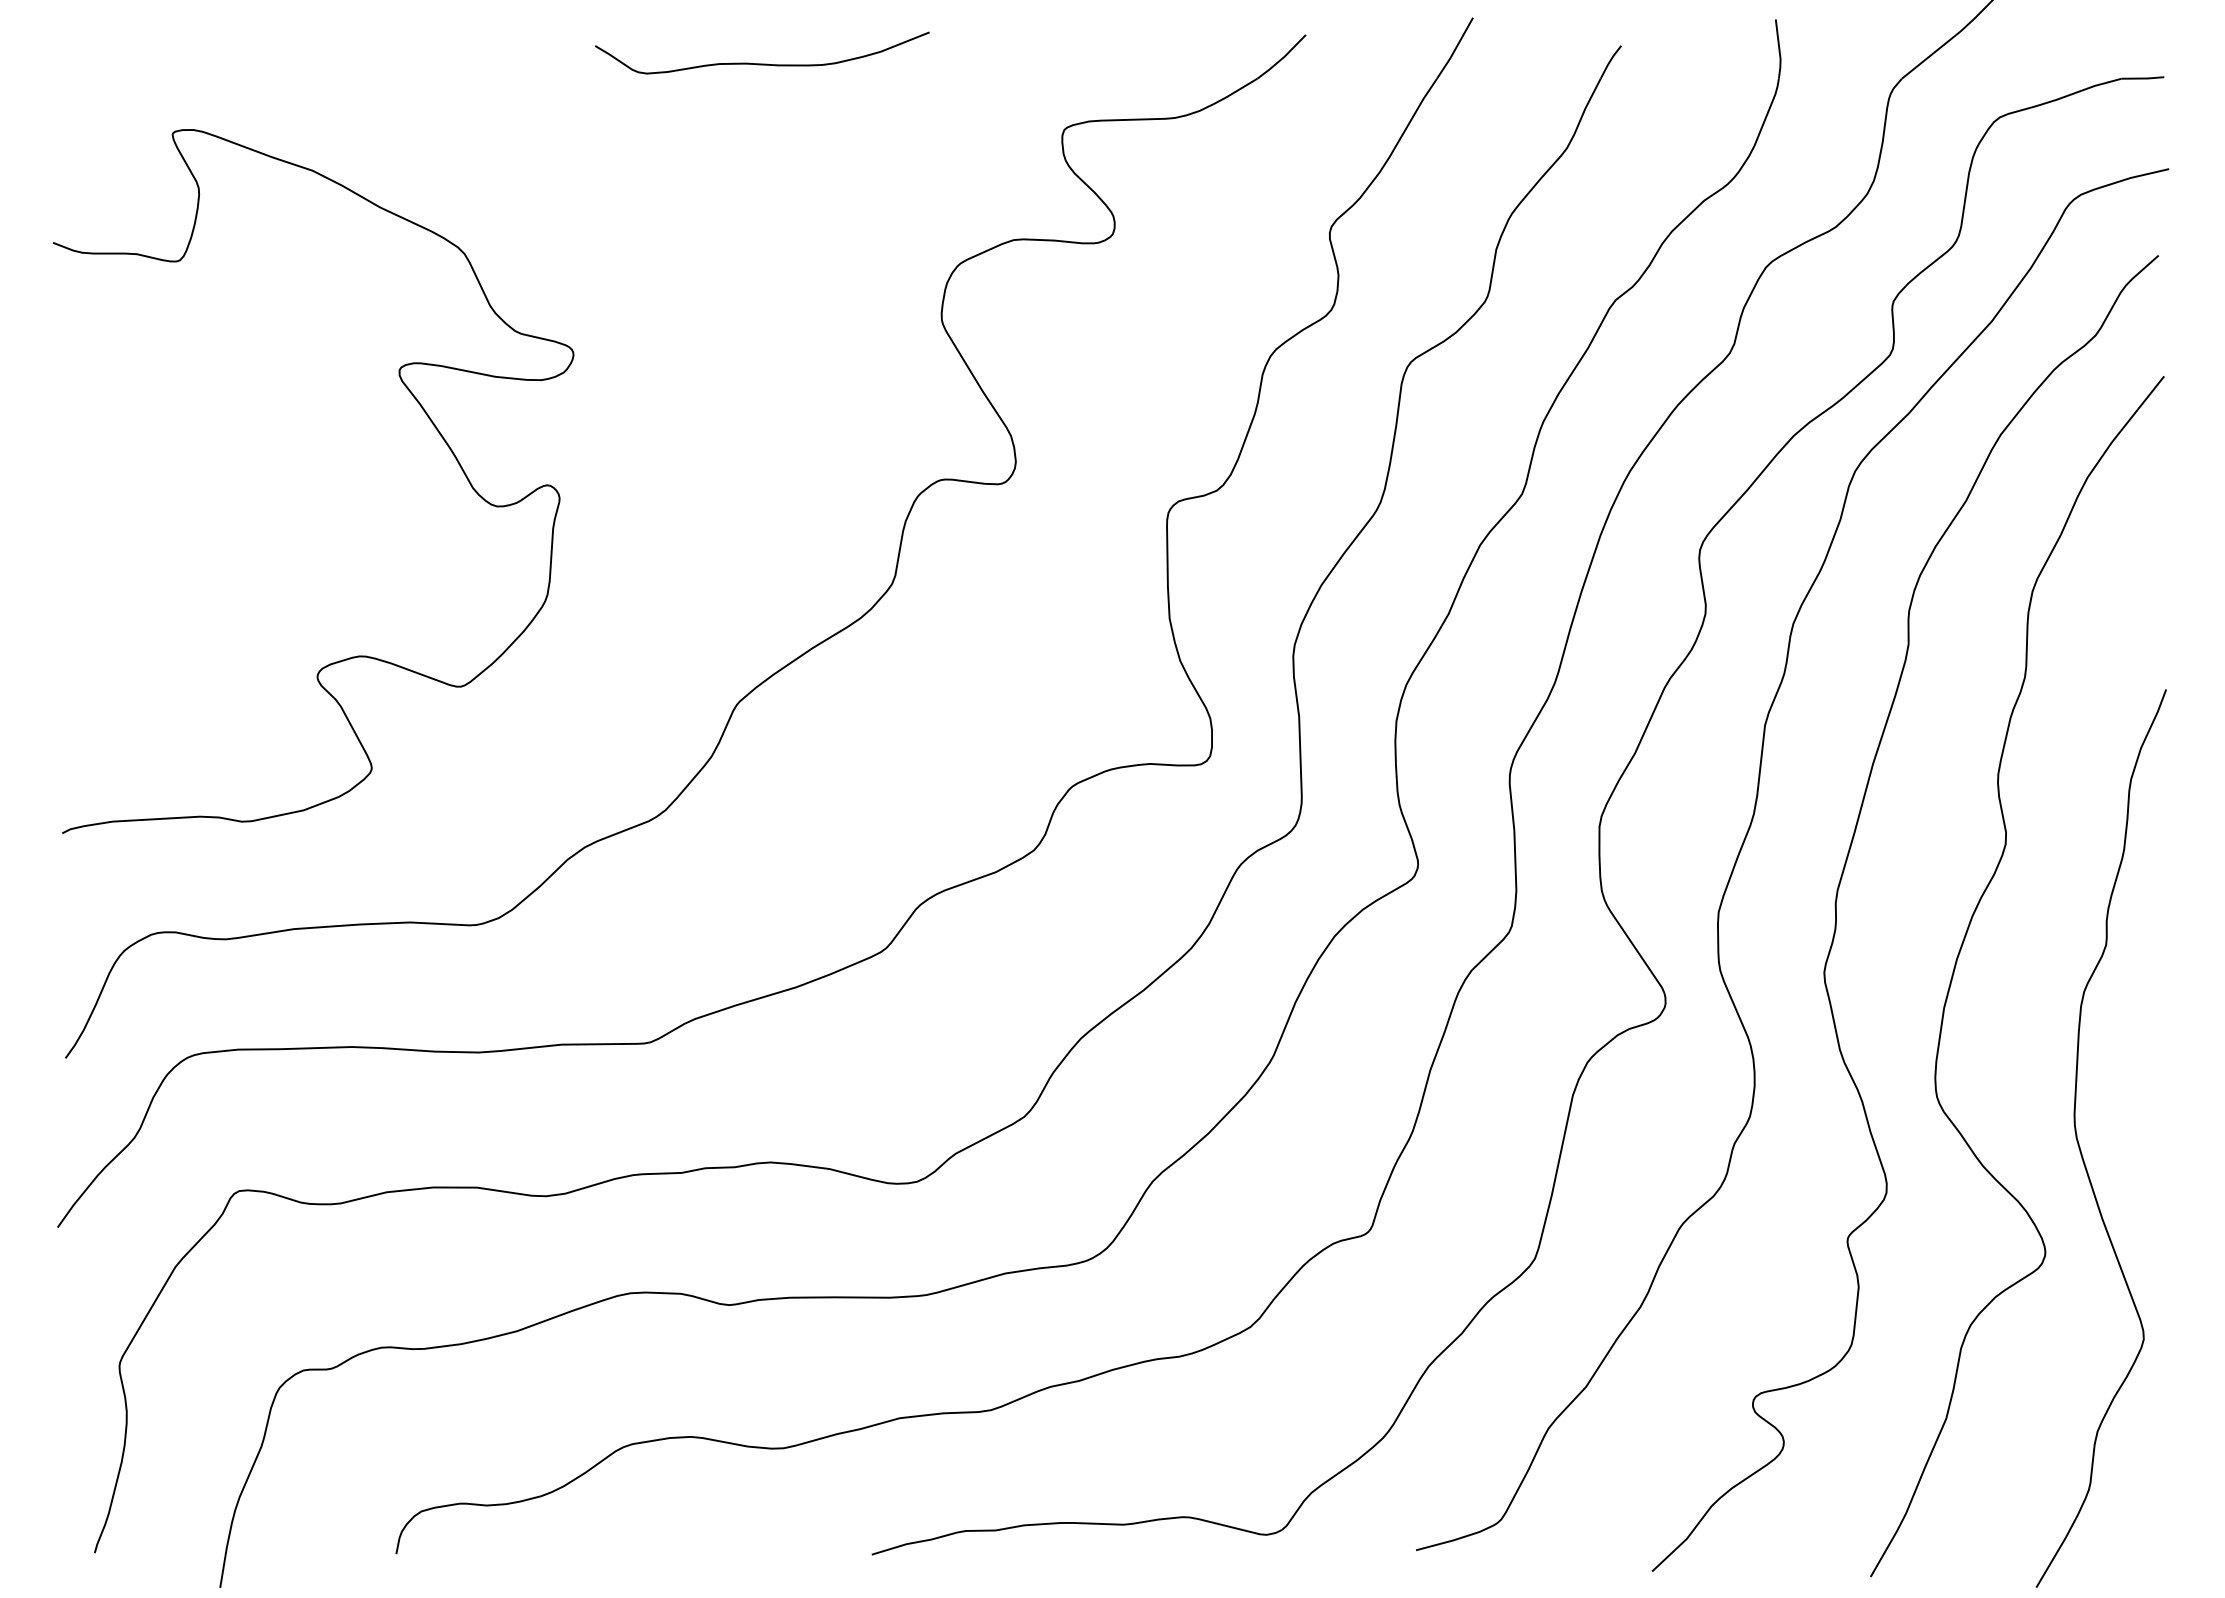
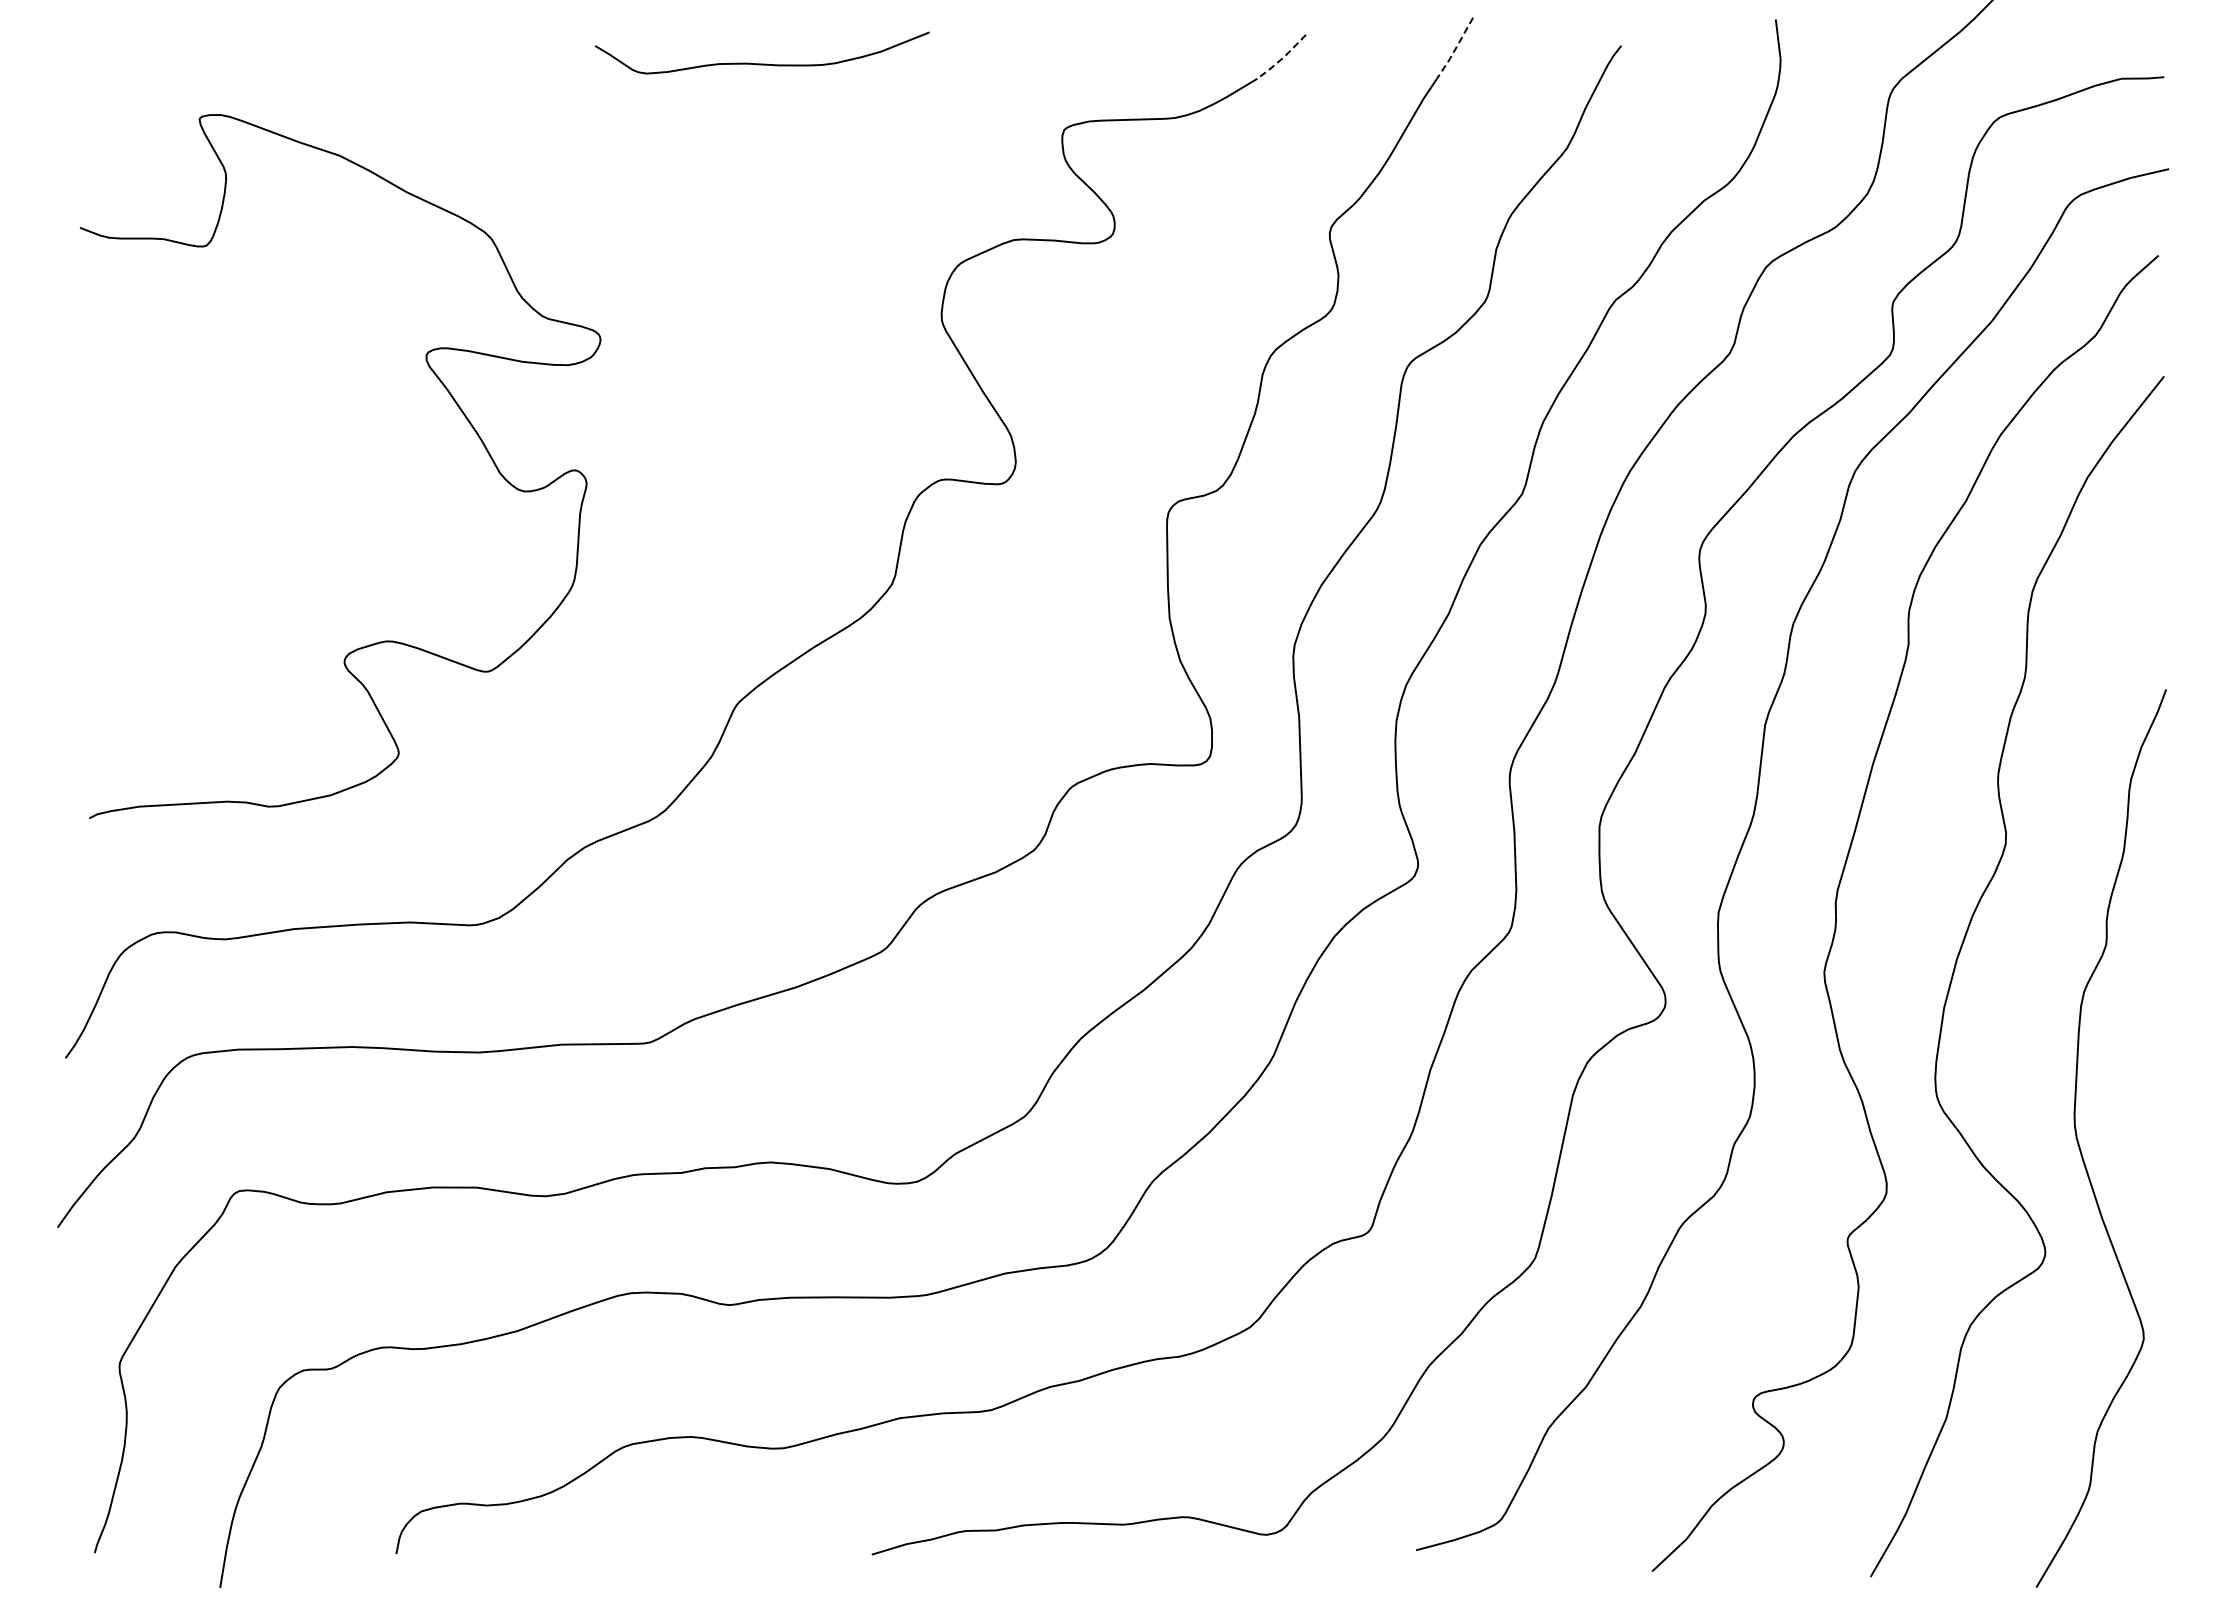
line at (1455, 49): solid -> dashed
line at (1282, 58): solid -> dashed
curve at (421, 408) position: (421, 408) -> (448, 393)
